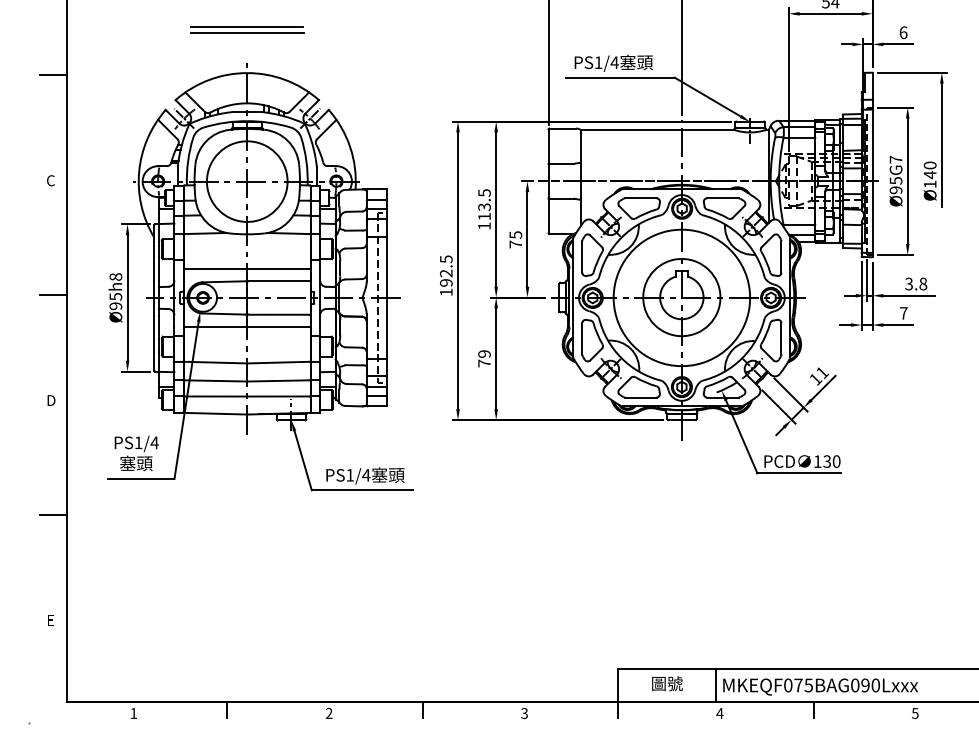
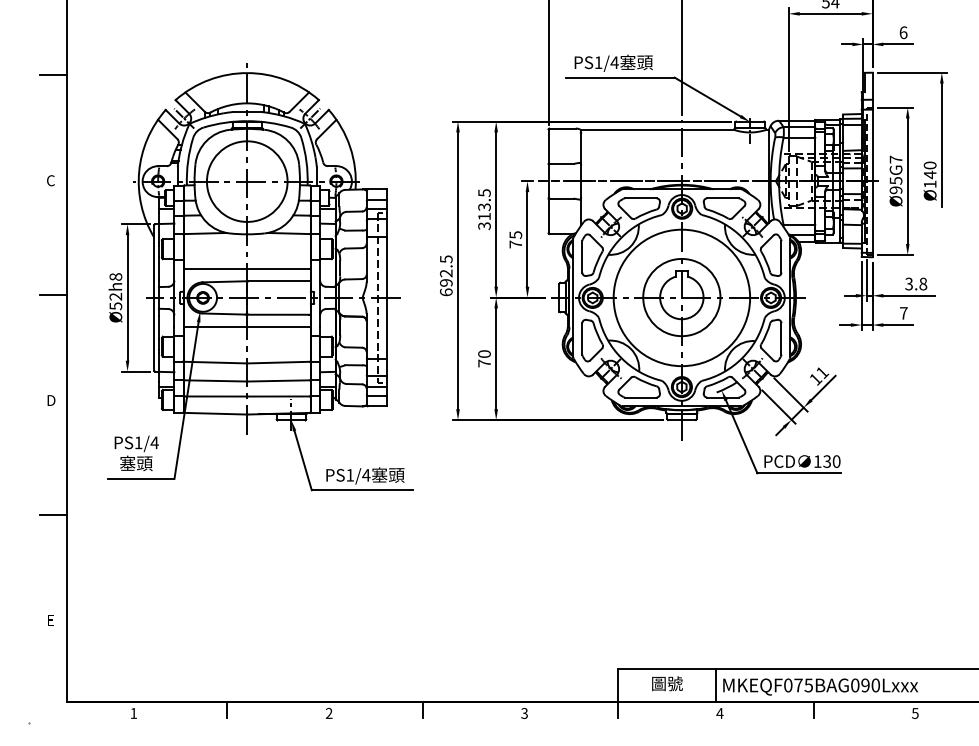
part at (247, 29): present -> none
text at (484, 226): 113.5 -> 313.5
text at (446, 292): 192.5 -> 692.5
text at (115, 301): Ø95h8 -> Ø52h8
text at (484, 353): 79 -> 70
